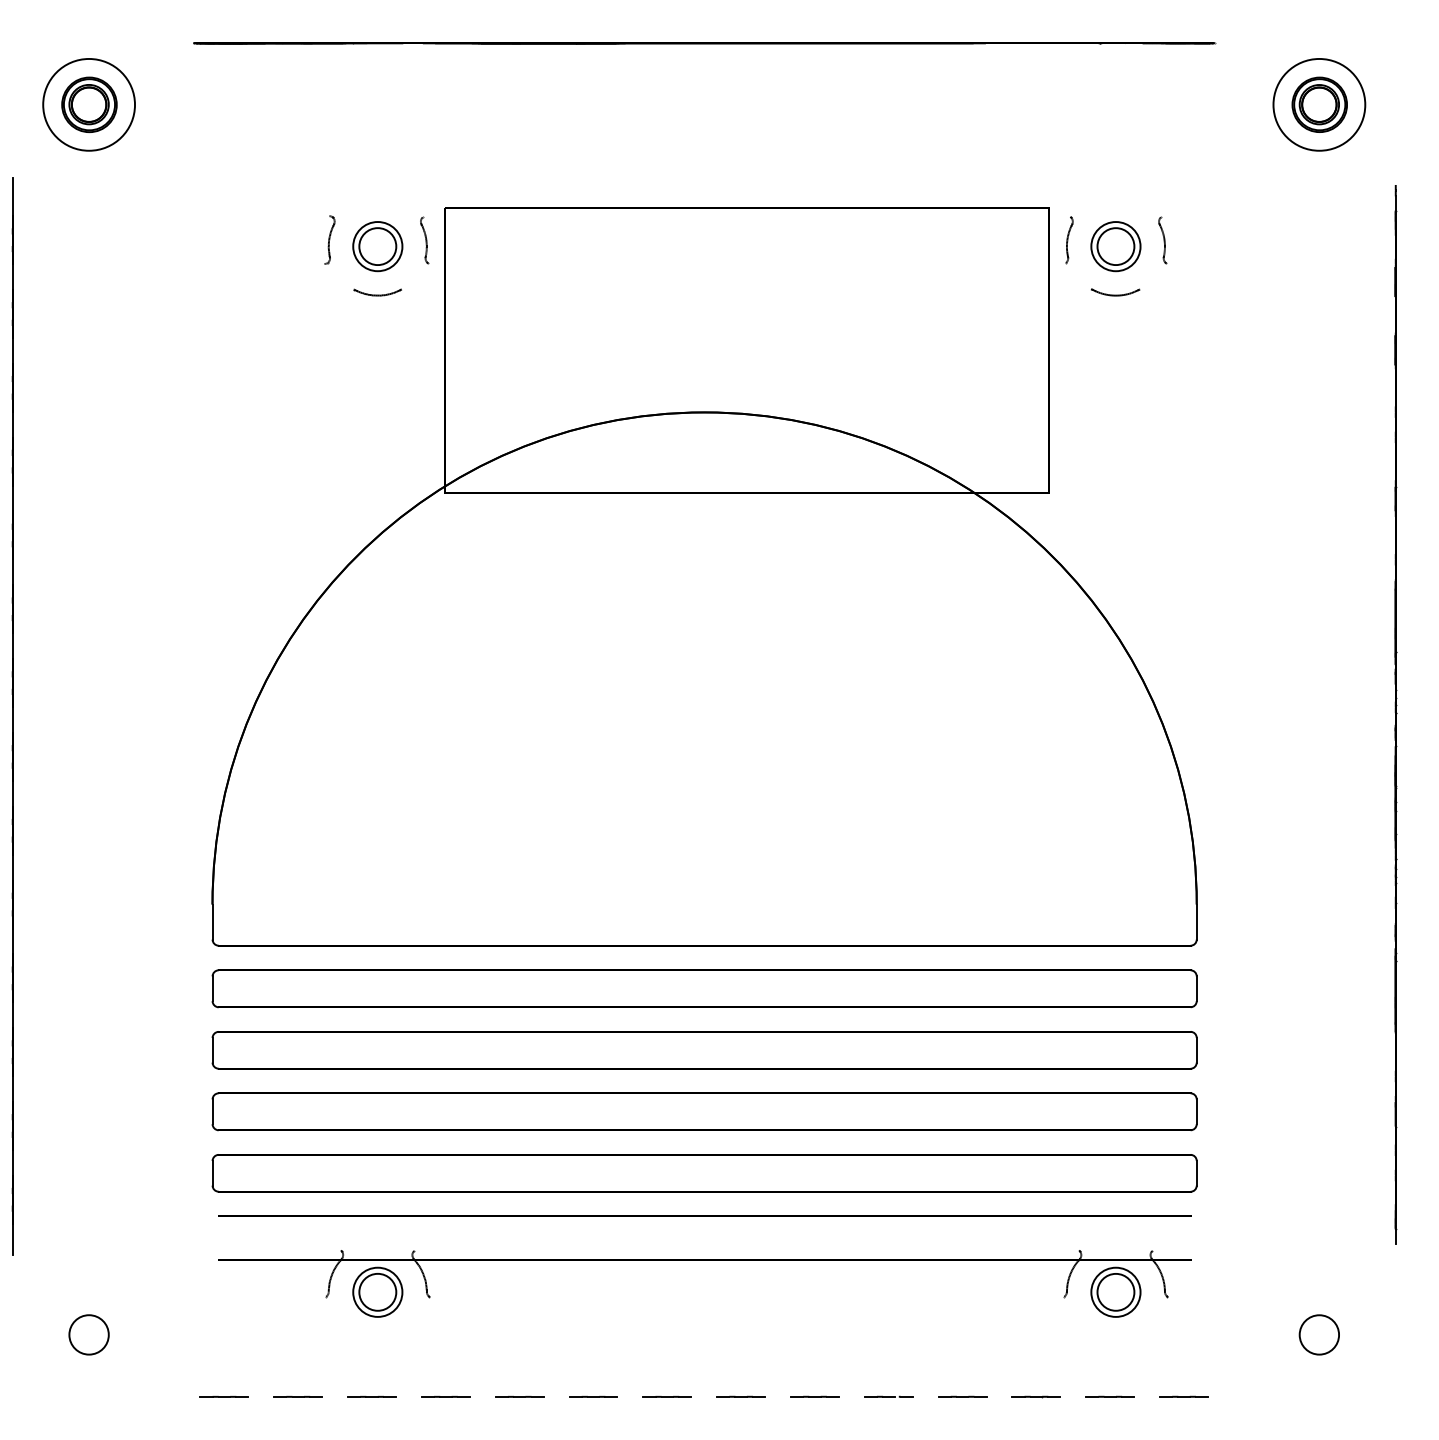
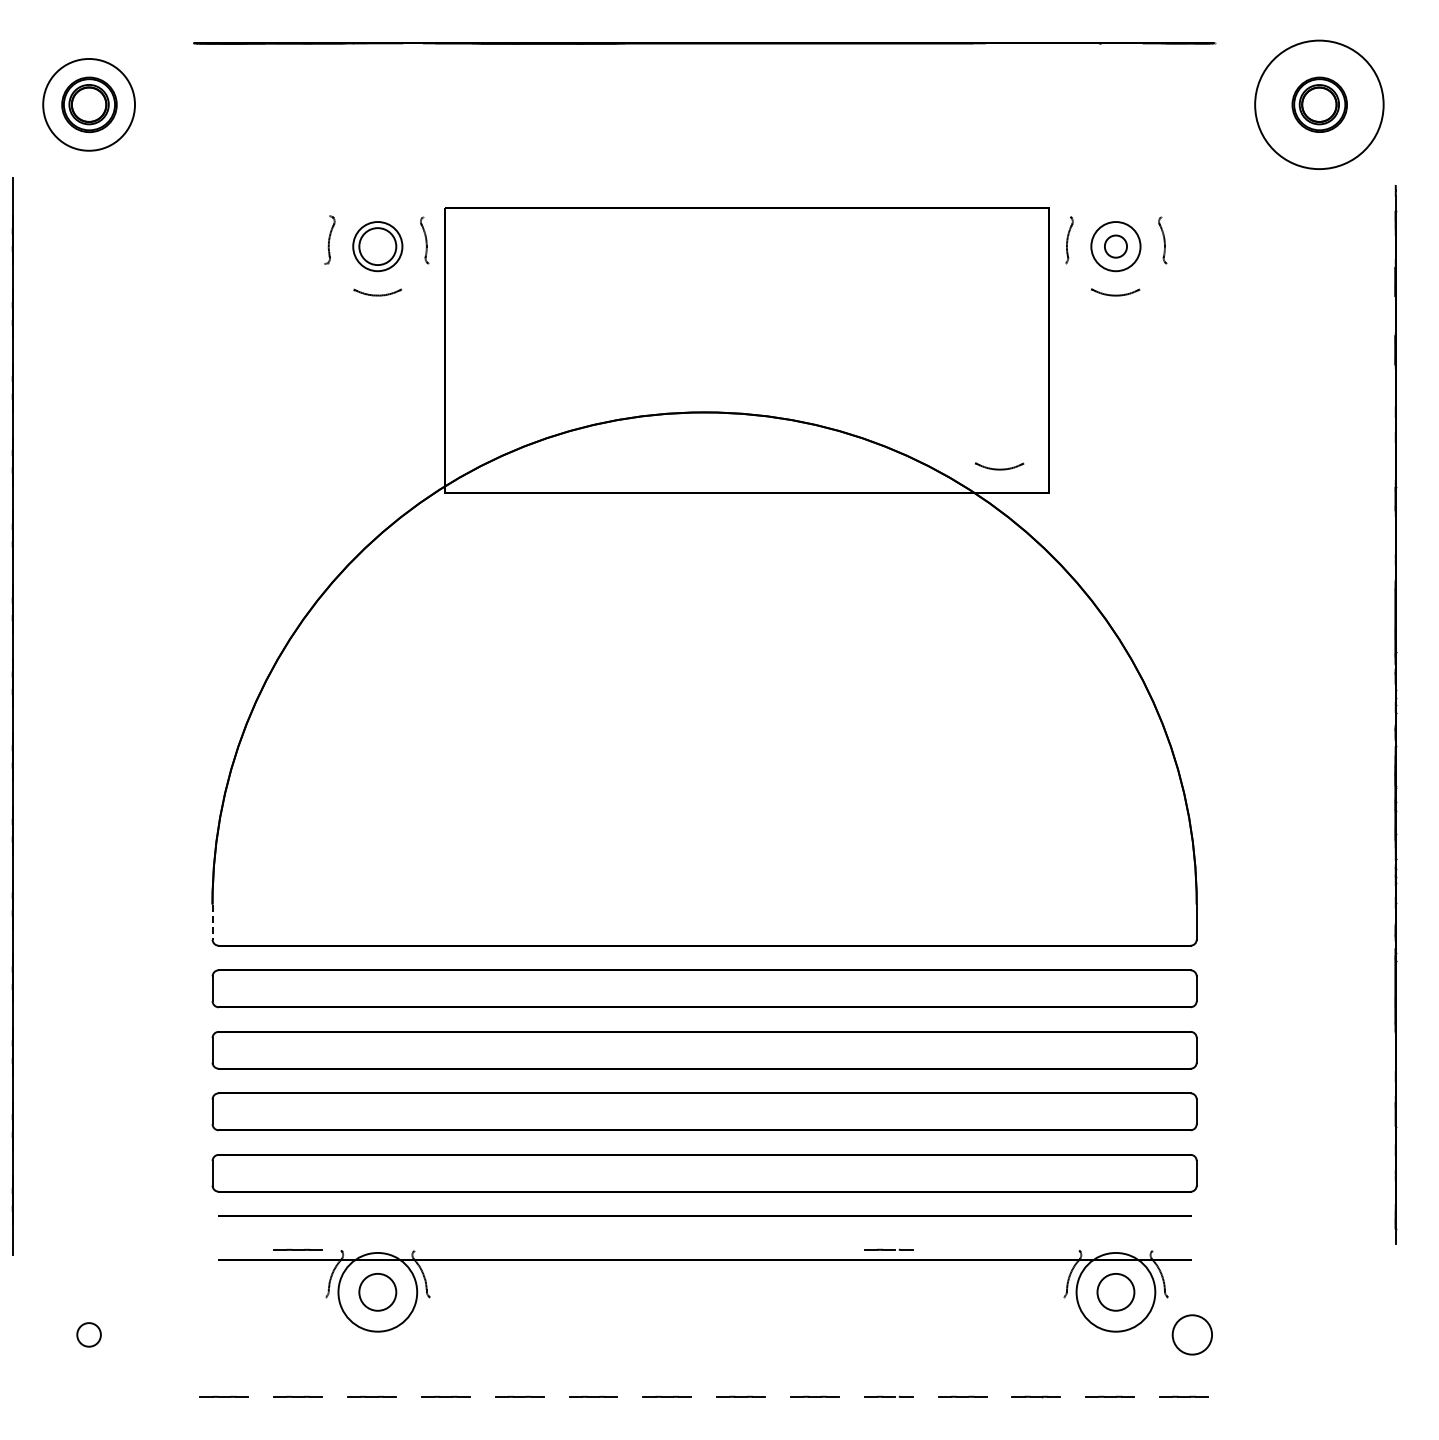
circle at (1319, 104) diameter: 92 px -> 129 px
circle at (1115, 246) diameter: 37 px -> 22 px
part at (999, 466): none -> present
line at (212, 922): solid -> dashed
line at (297, 1249): none -> present
line at (888, 1249): none -> present
circle at (377, 1291) diameter: 49 px -> 79 px
circle at (1115, 1291) diameter: 49 px -> 79 px
circle at (88, 1334) diameter: 39 px -> 24 px
circle at (1318, 1334) position: (1318, 1334) -> (1191, 1334)
